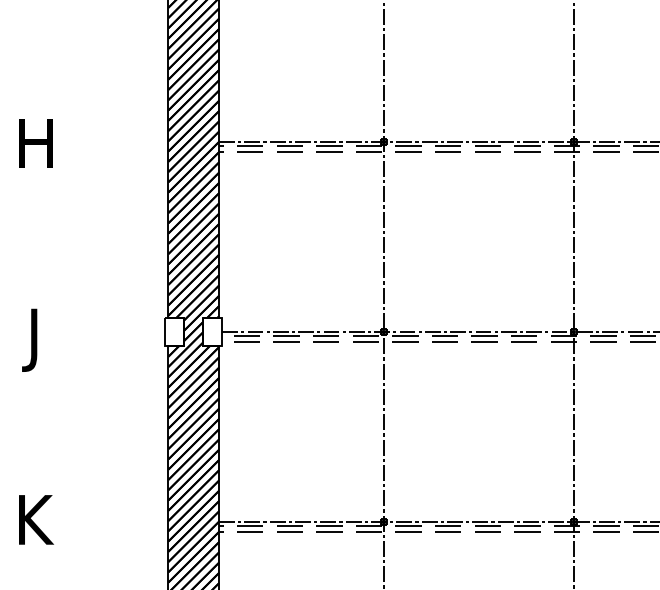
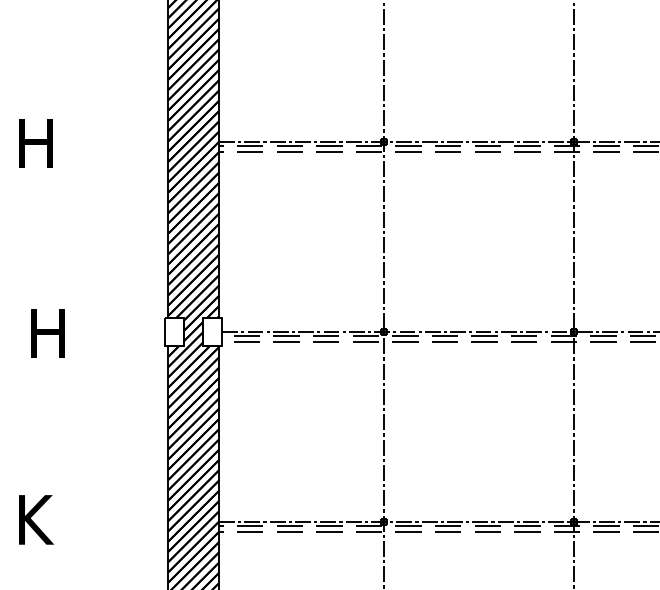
text at (43, 339): J -> H
